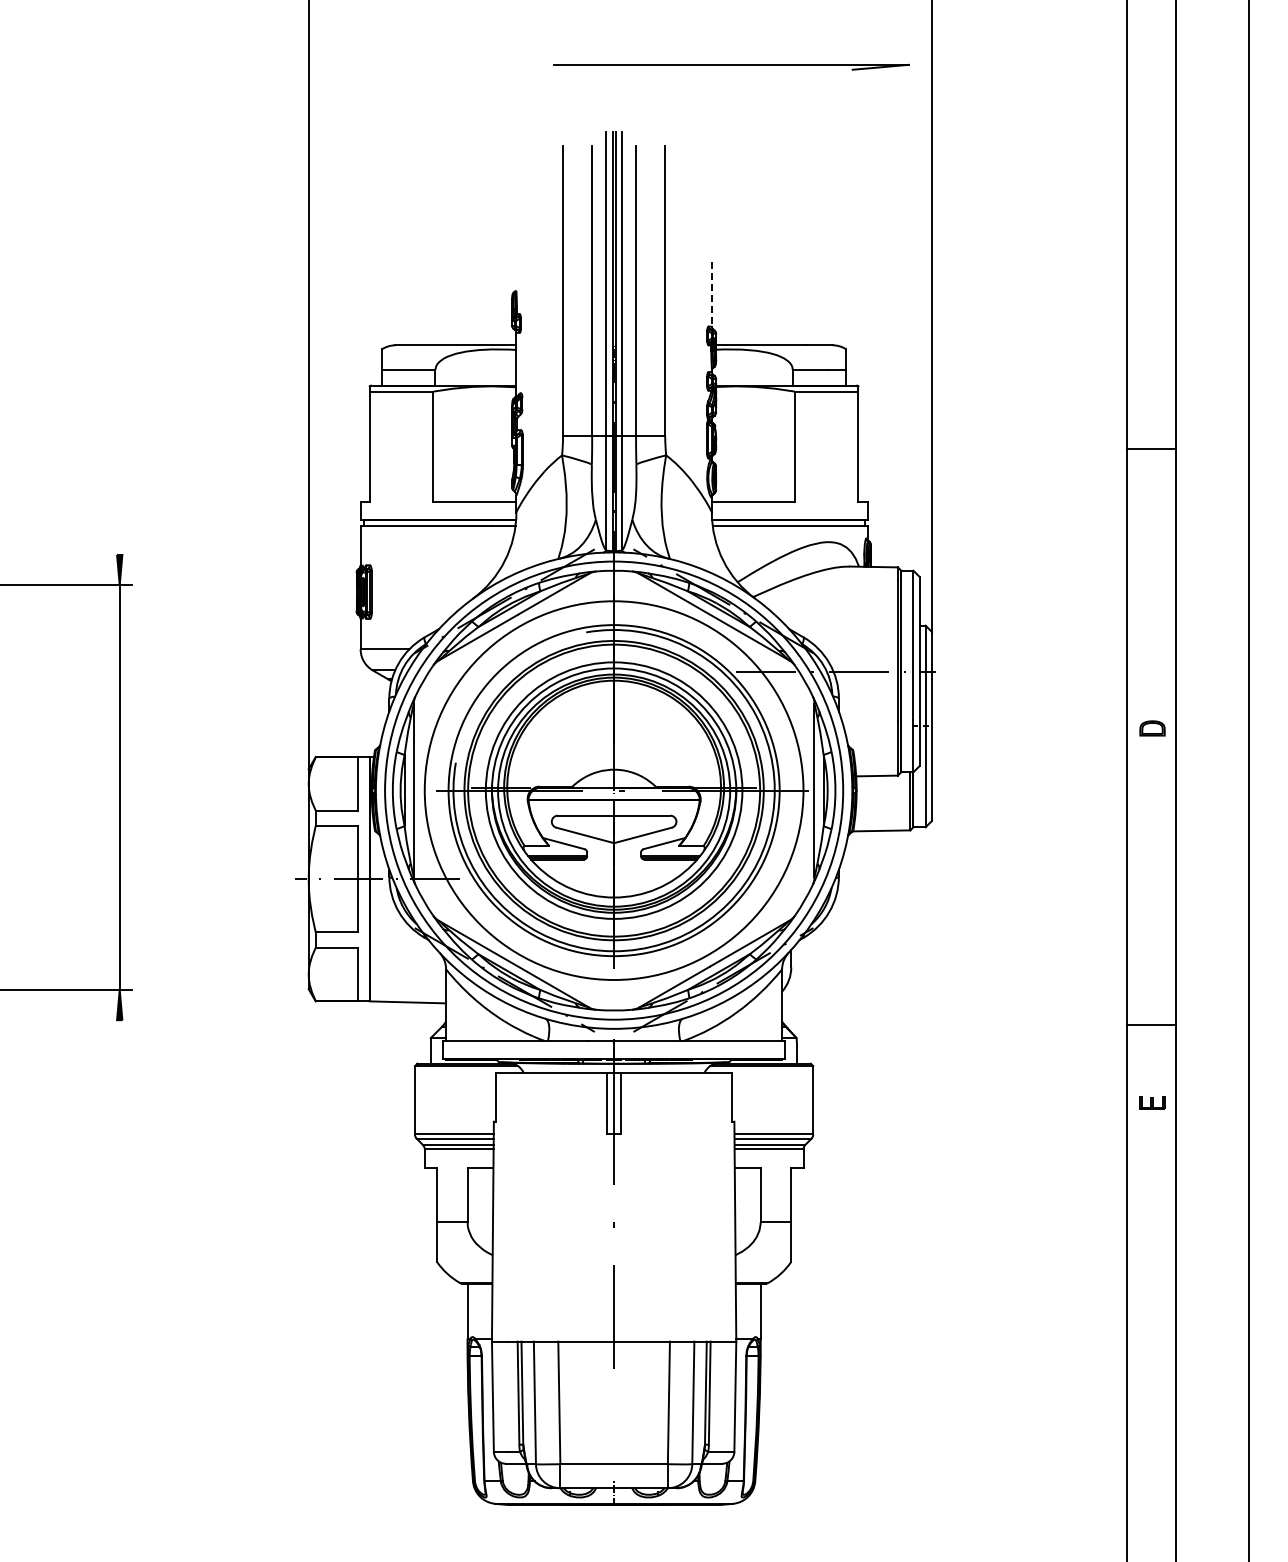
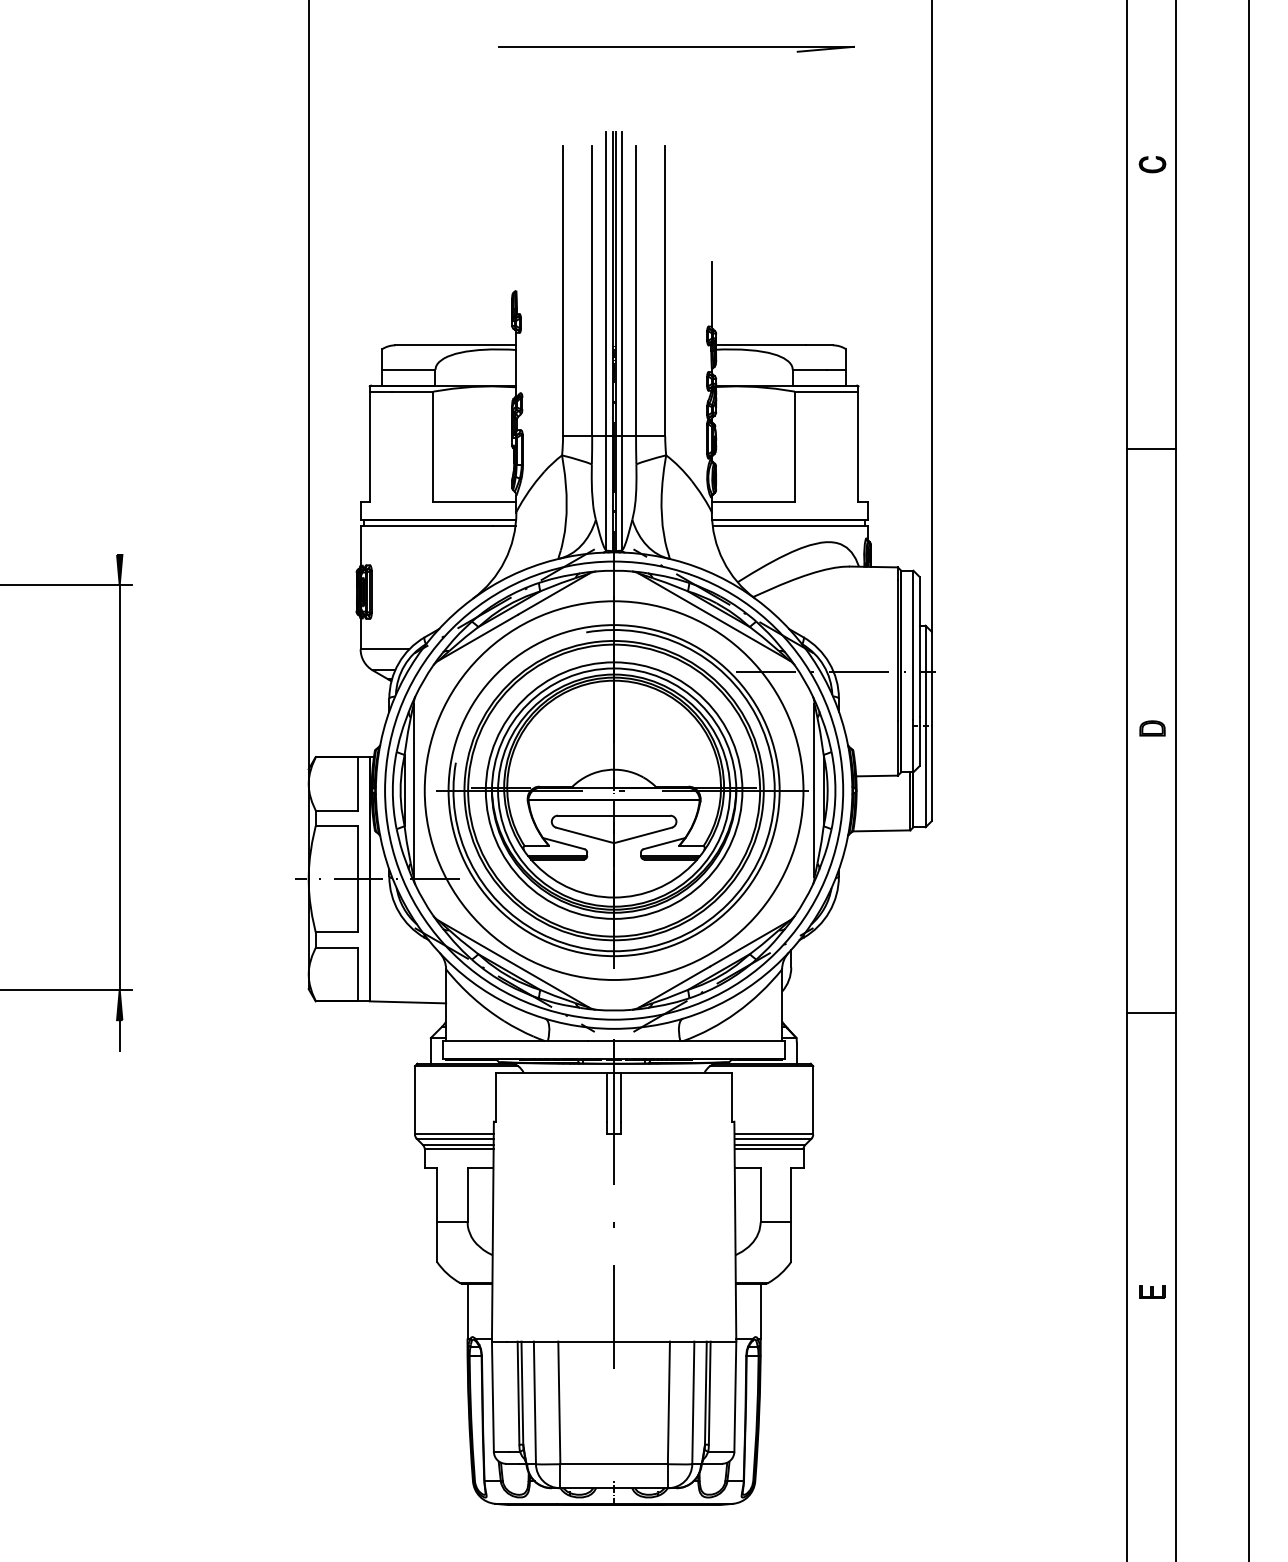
part at (731, 66) position: (731, 66) -> (676, 48)
part at (1152, 164): none -> present
line at (711, 294): dashed -> solid
line at (1150, 1024) position: (1150, 1024) -> (1150, 1012)
line at (119, 1035): none -> present
part at (1152, 1102) position: (1152, 1102) -> (1152, 1291)
